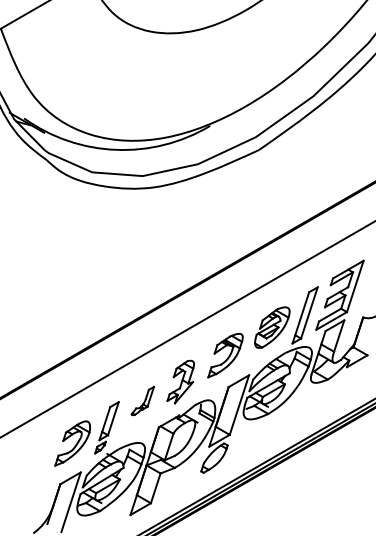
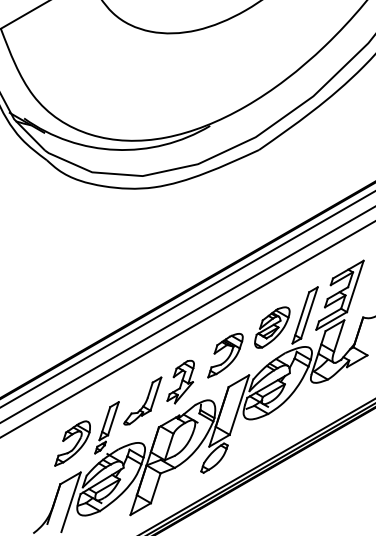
line at (187, 299): none -> present
line at (187, 314): none -> present
part at (142, 401) size: 25x31 px -> 40x50 px
